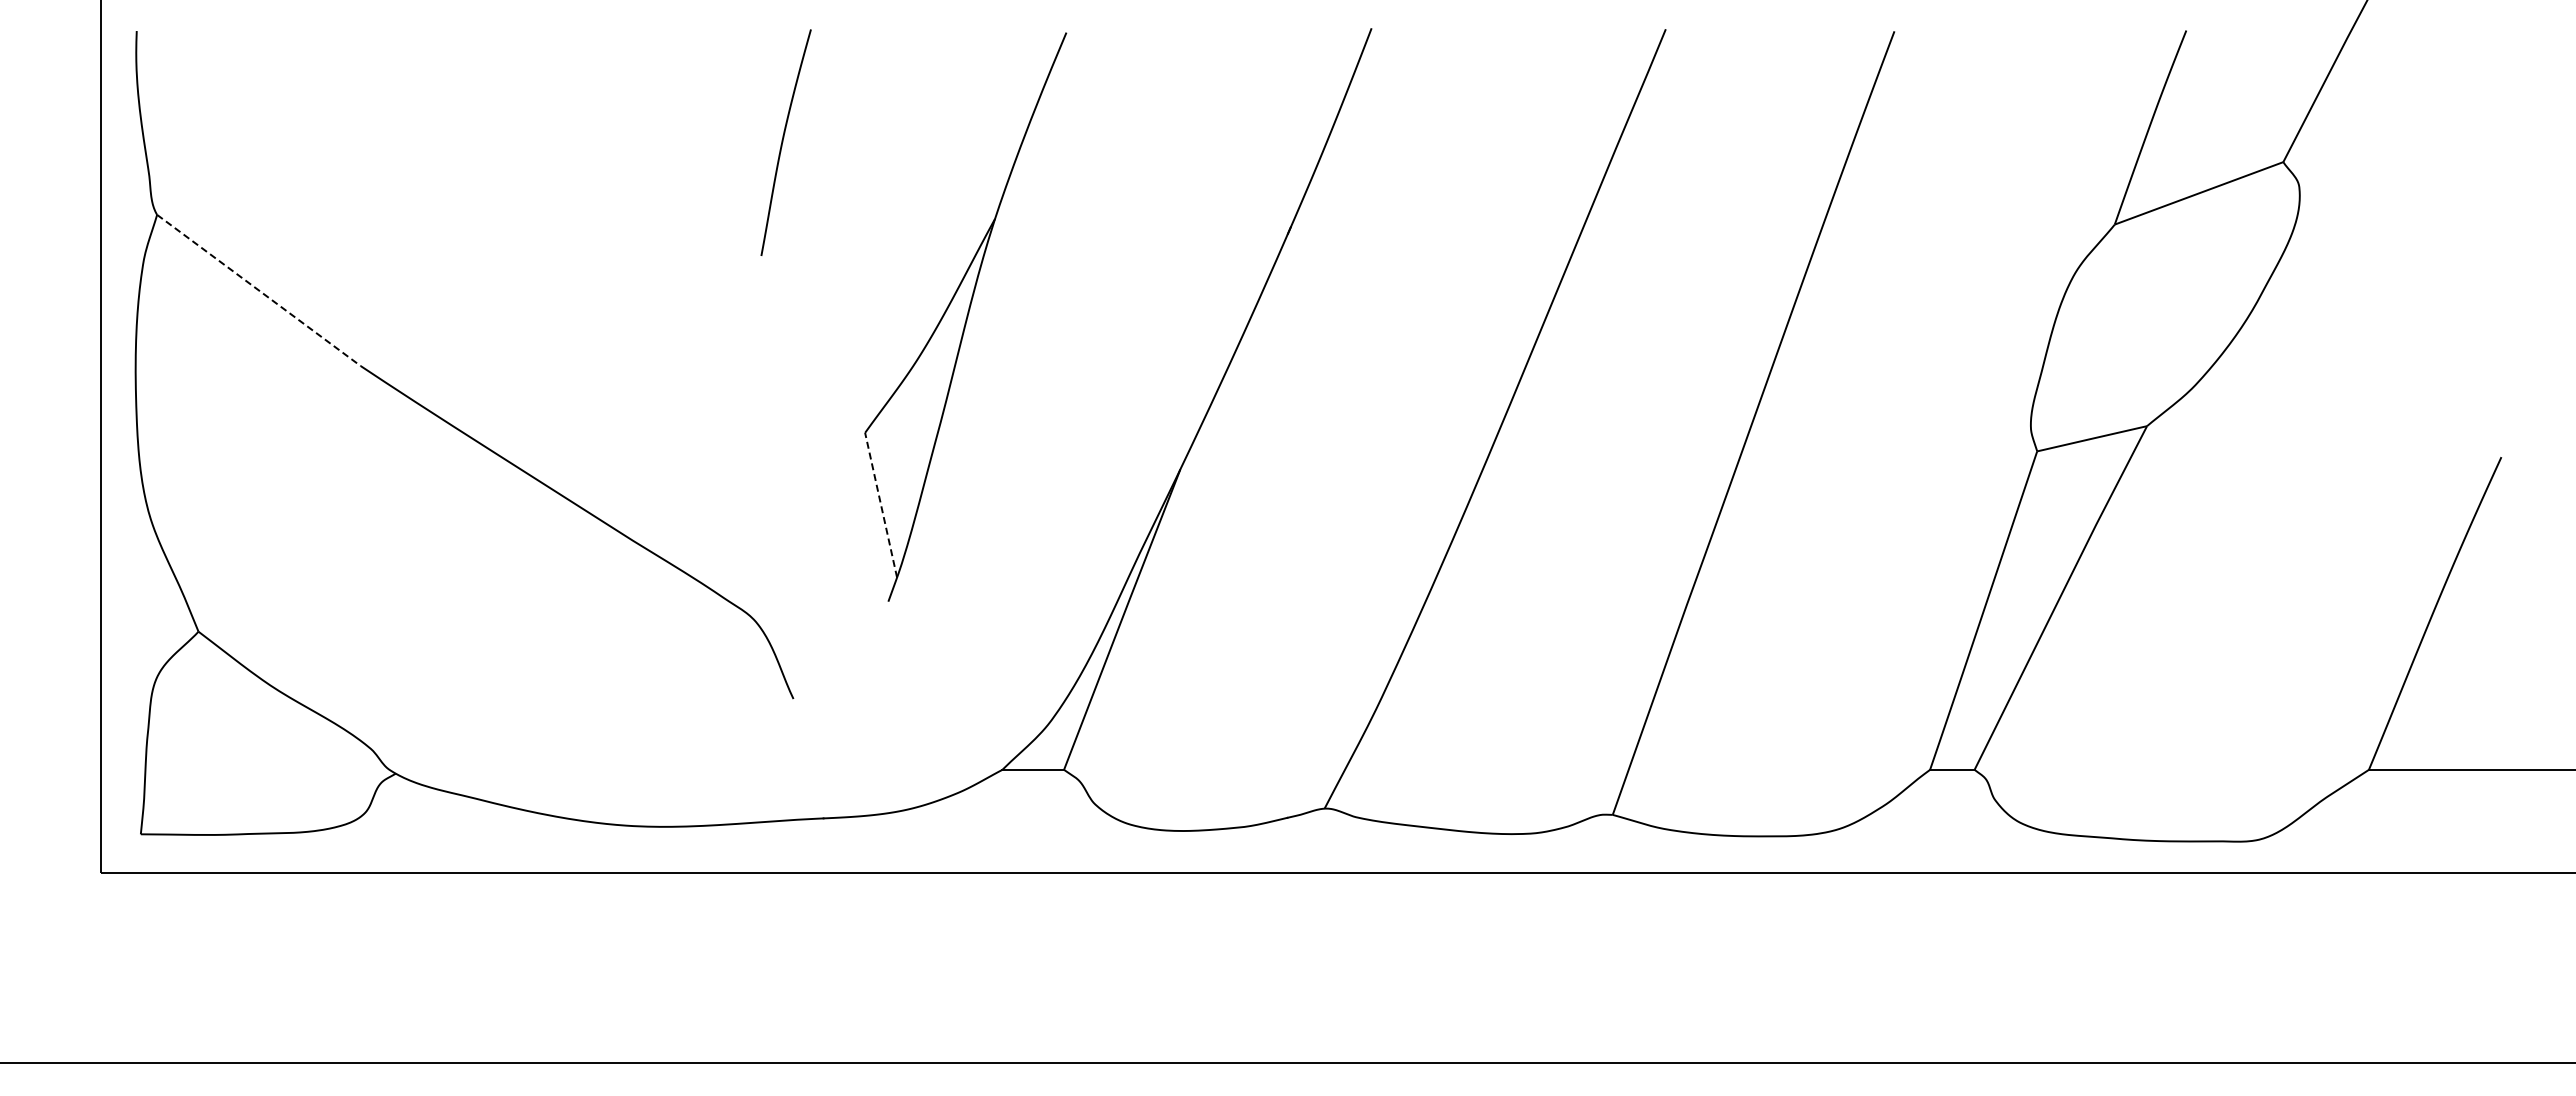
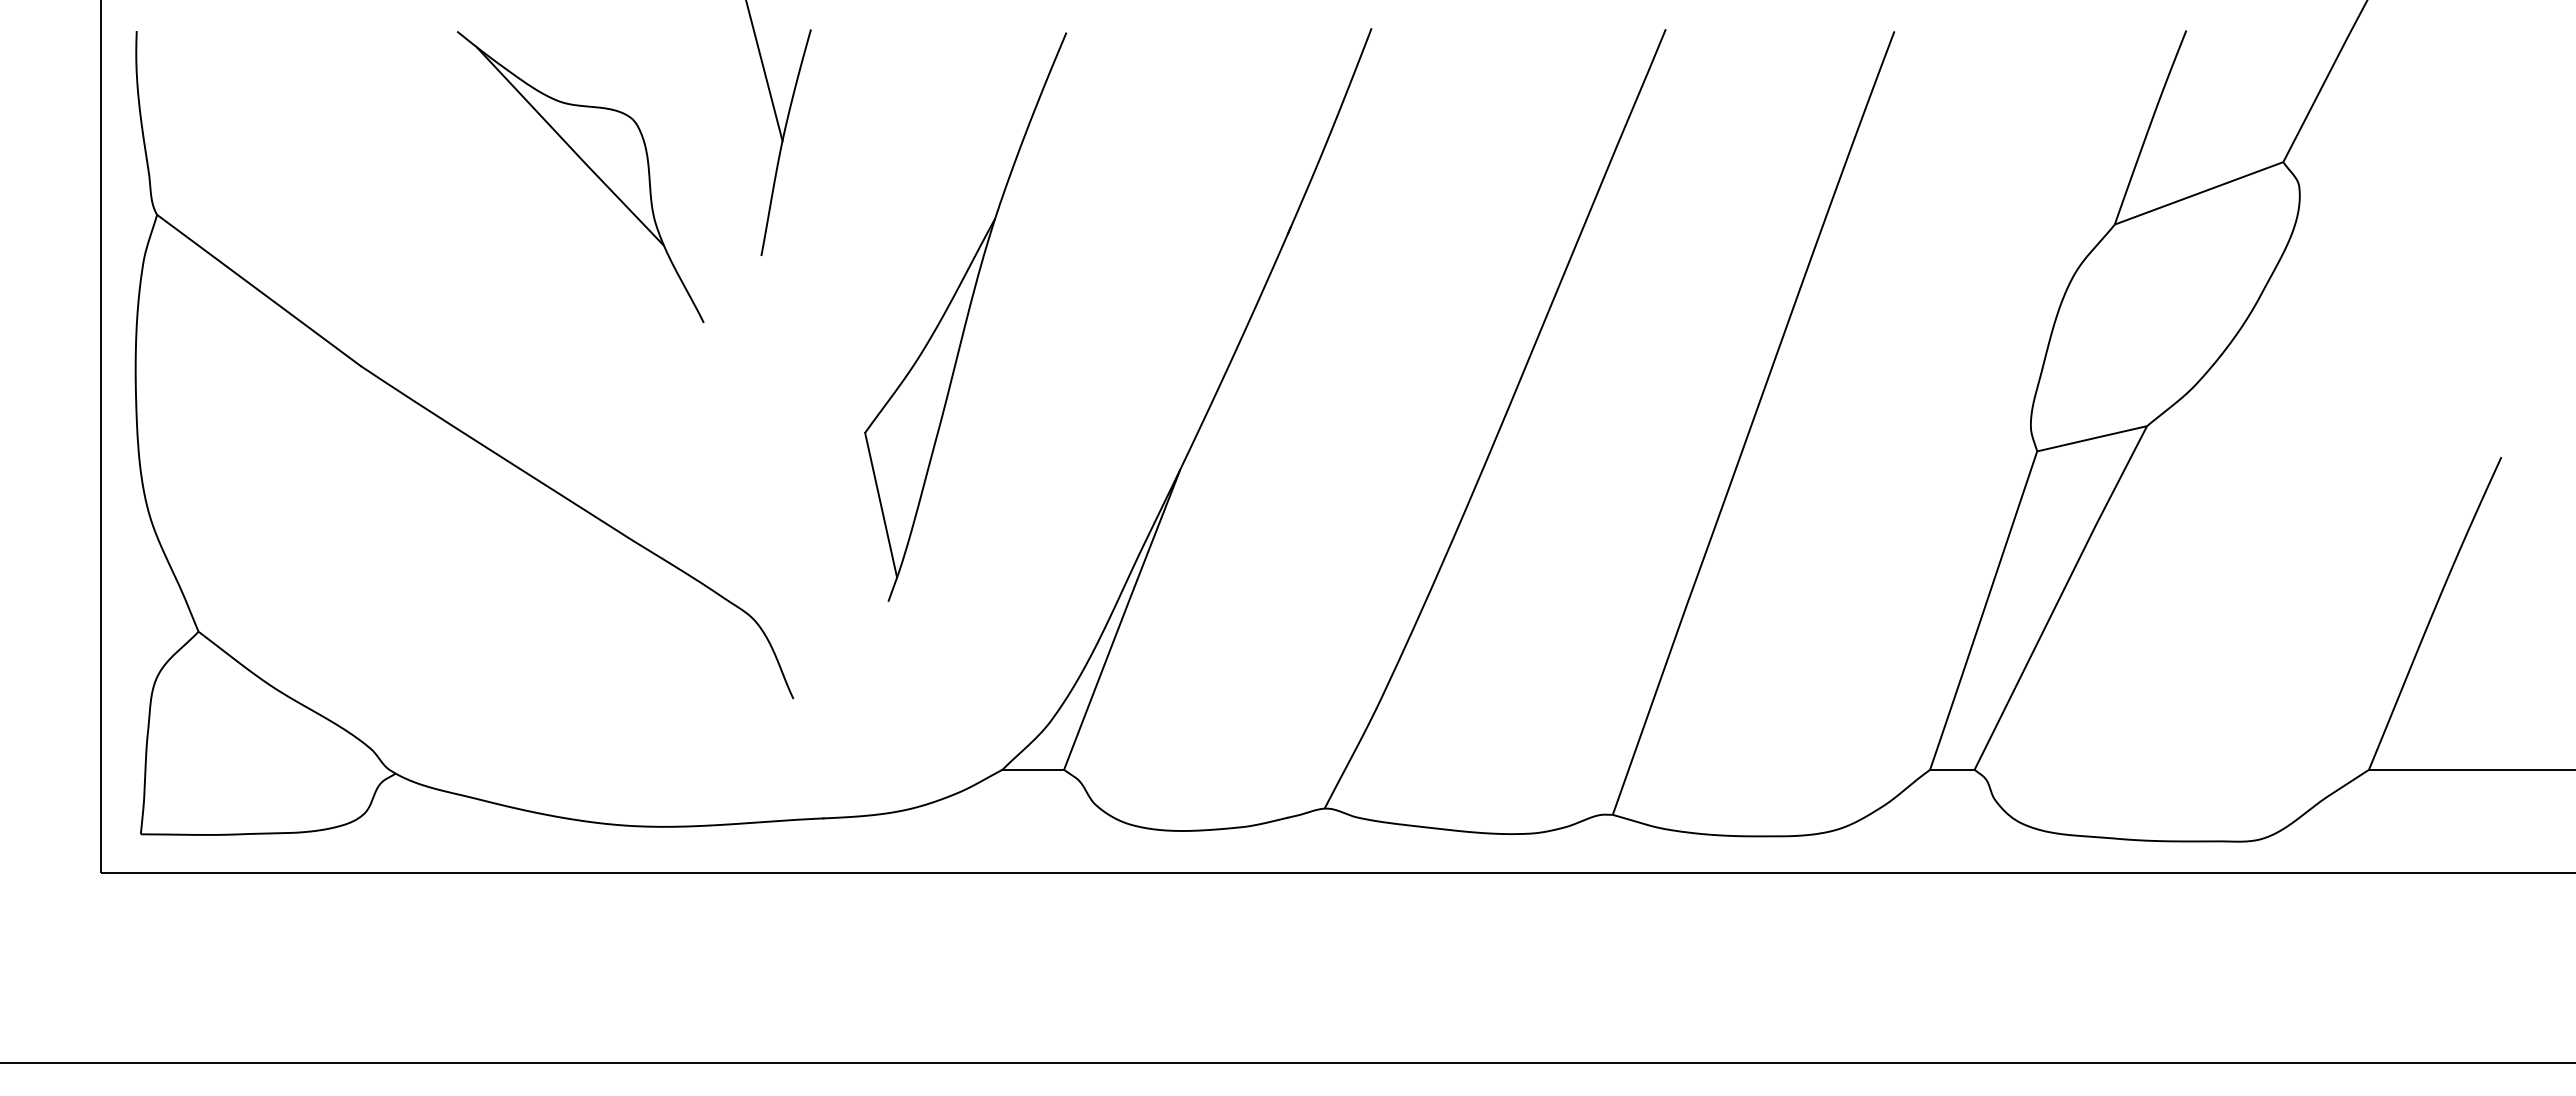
line at (764, 71): none -> present
part at (588, 168): none -> present
line at (258, 290): dashed -> solid
line at (881, 504): dashed -> solid
